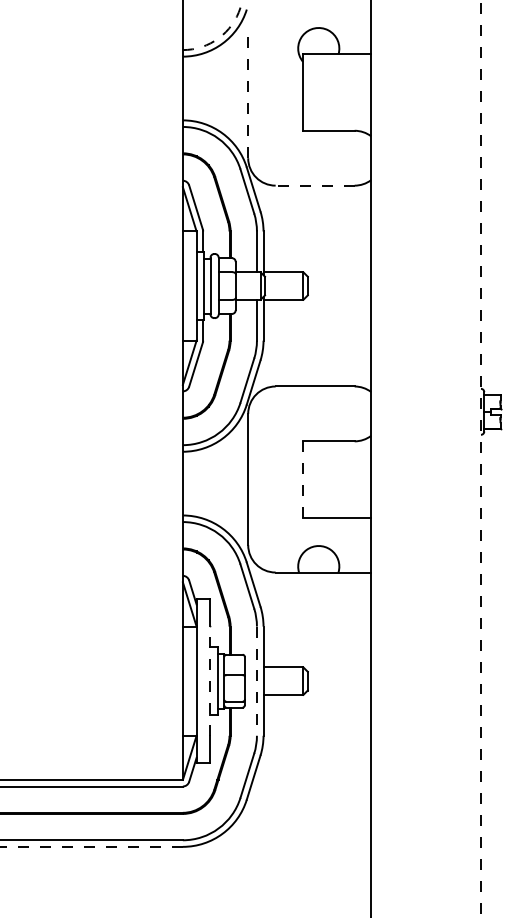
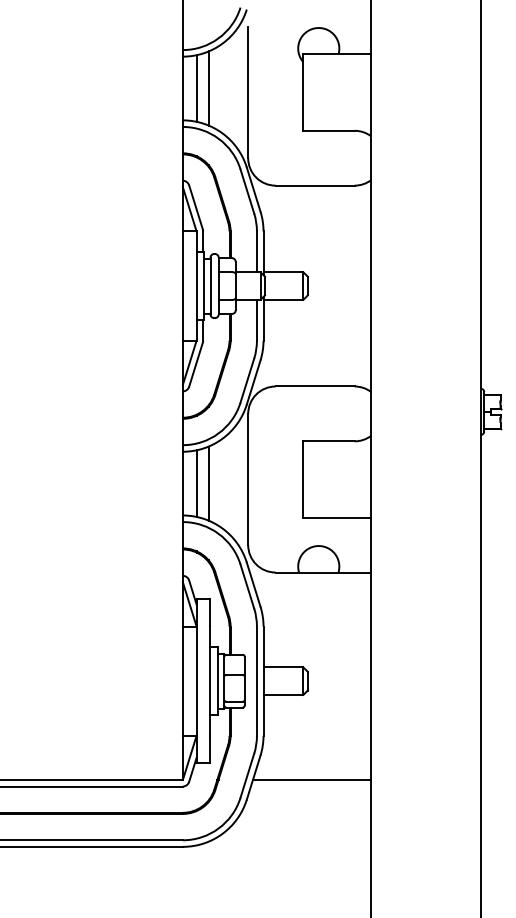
arc at (218, 38): dashed -> solid
line at (196, 88): none -> present
line at (208, 88): none -> present
line at (248, 92): dashed -> solid
line at (315, 185): dashed -> solid
line at (480, 459): dashed -> solid
line at (303, 480): dashed -> solid
line at (196, 483): none -> present
line at (208, 483): none -> present
line at (210, 681): dashed -> solid
line at (256, 681): dashed -> solid
line at (311, 779): none -> present
line at (92, 846): dashed -> solid
